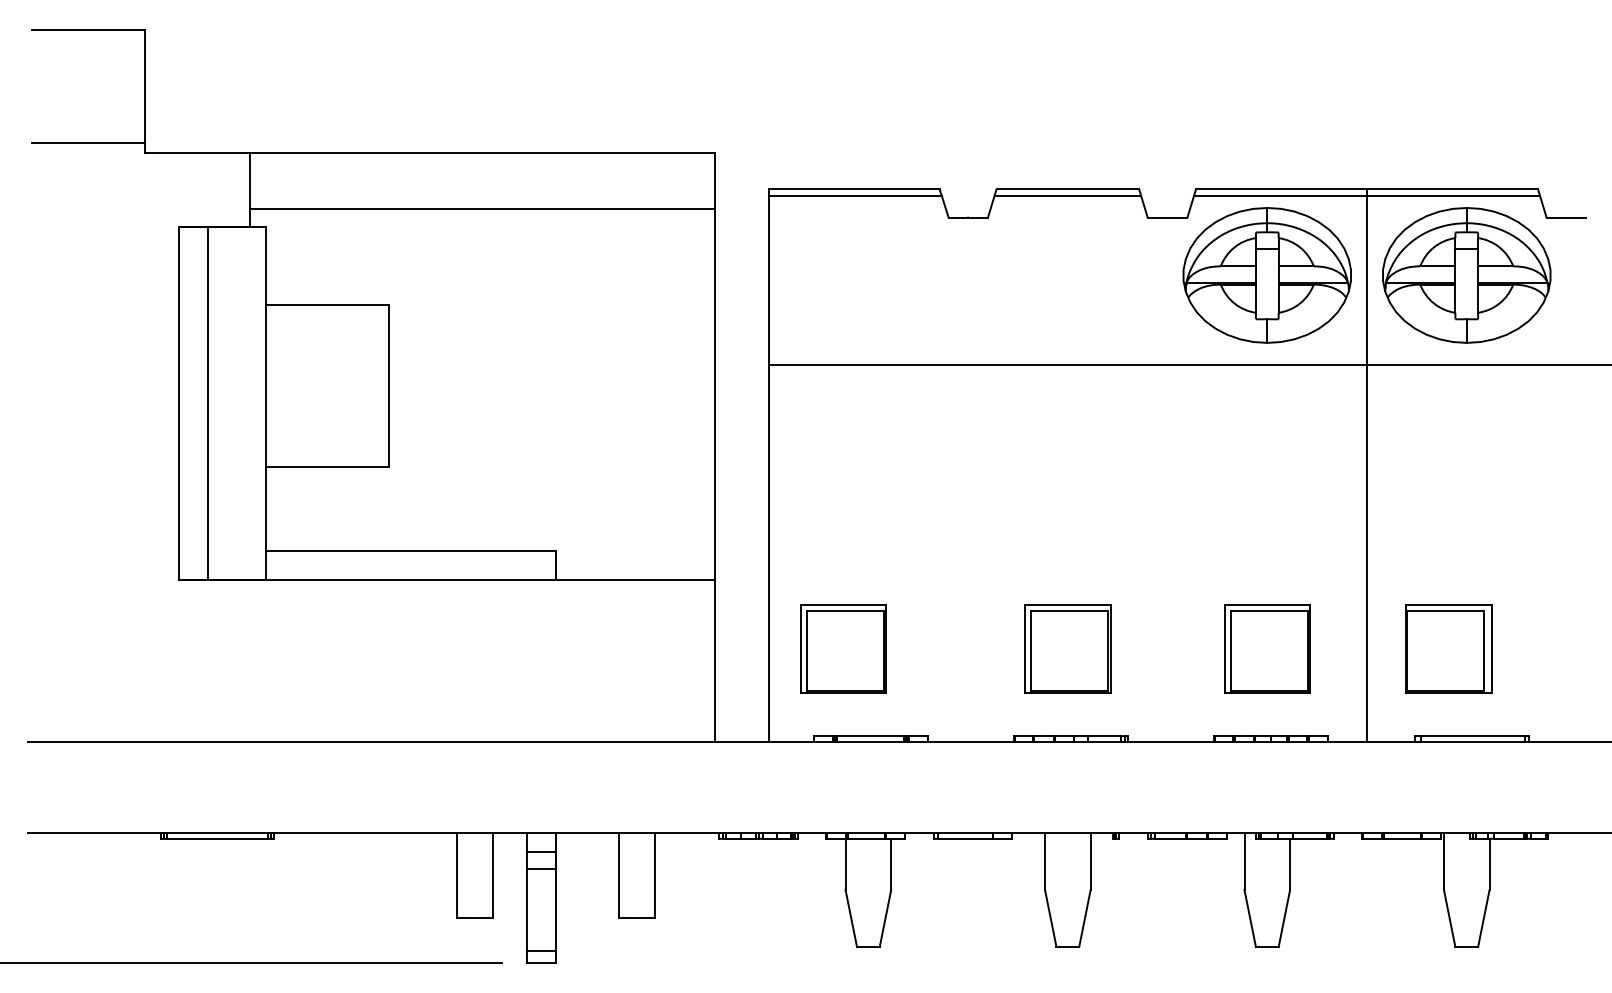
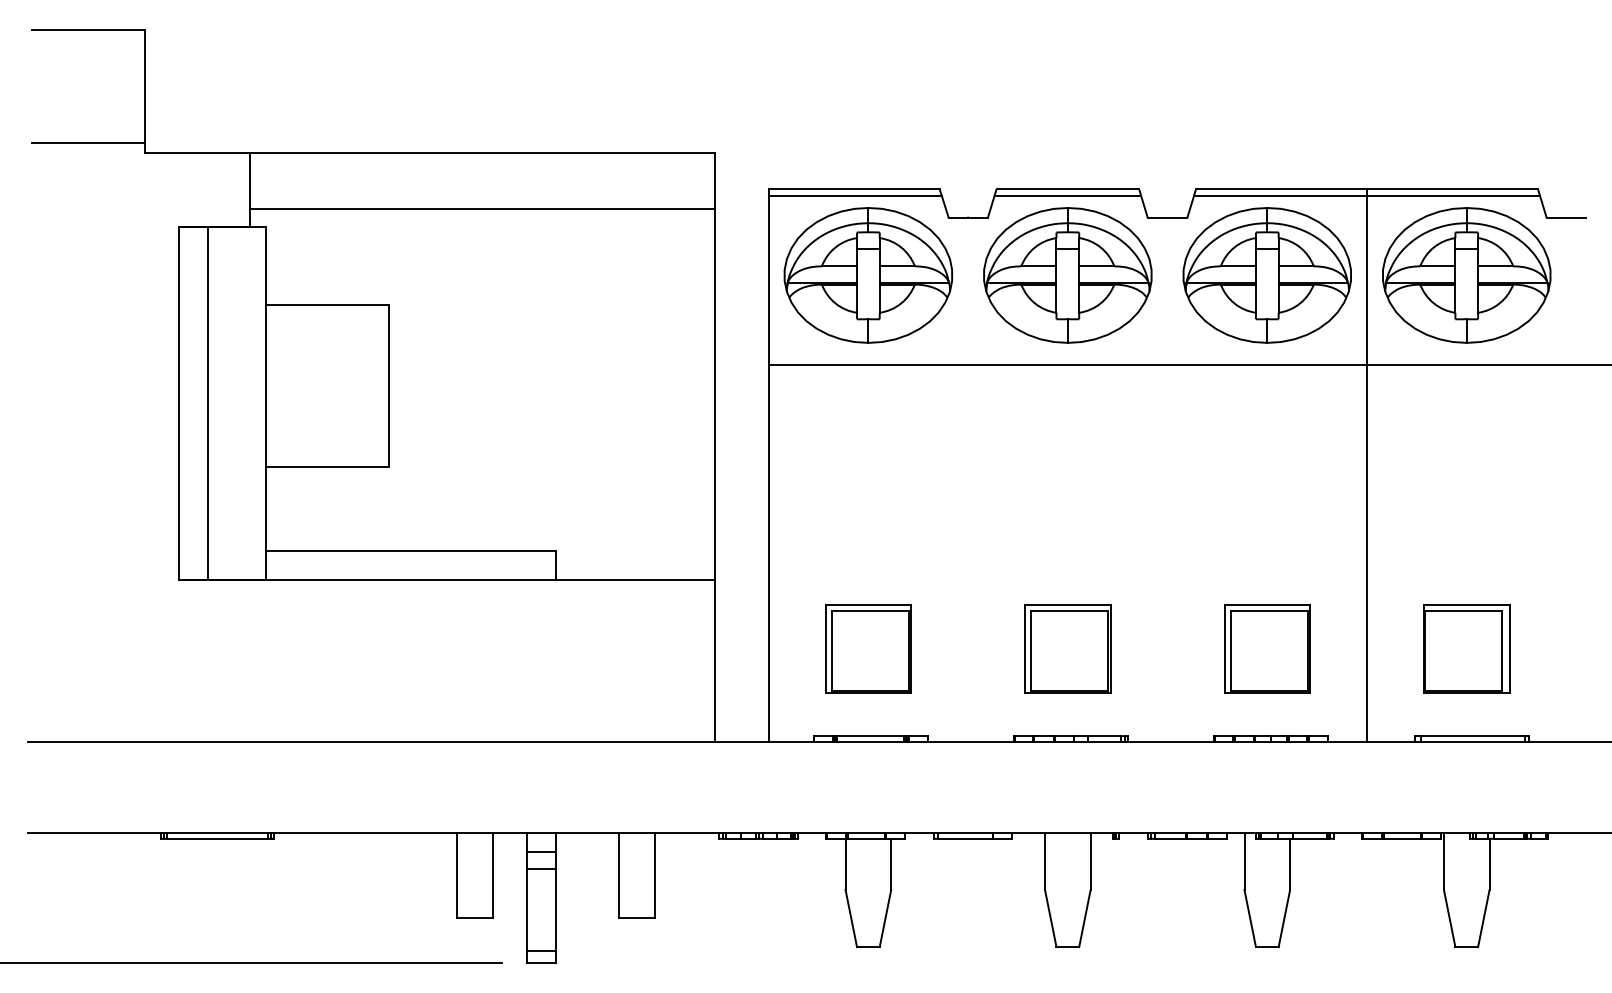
part at (867, 275): none -> present
part at (1067, 275): none -> present
part at (843, 648) position: (843, 648) -> (868, 648)
part at (1448, 648) position: (1448, 648) -> (1466, 648)
